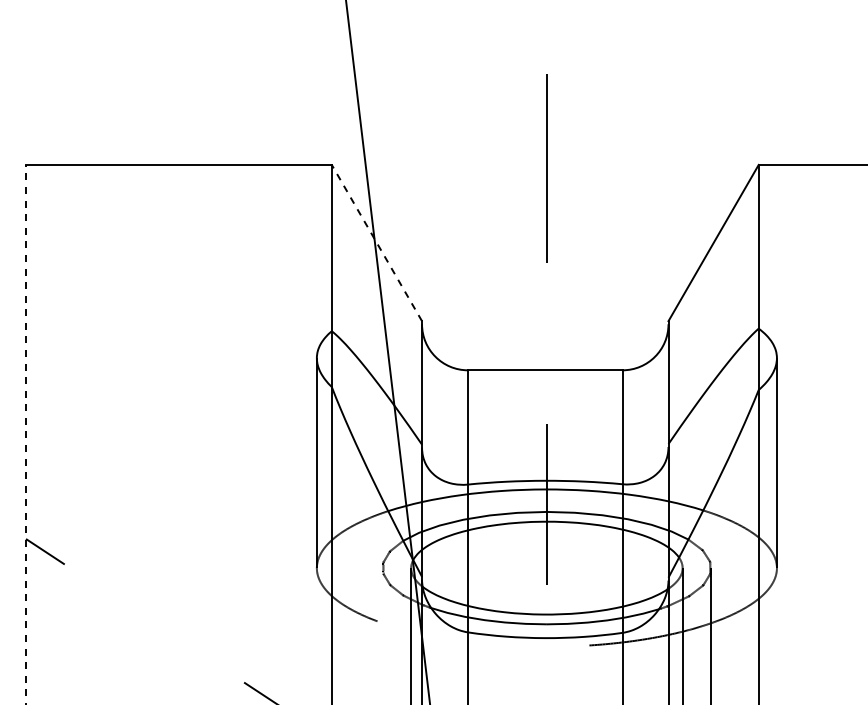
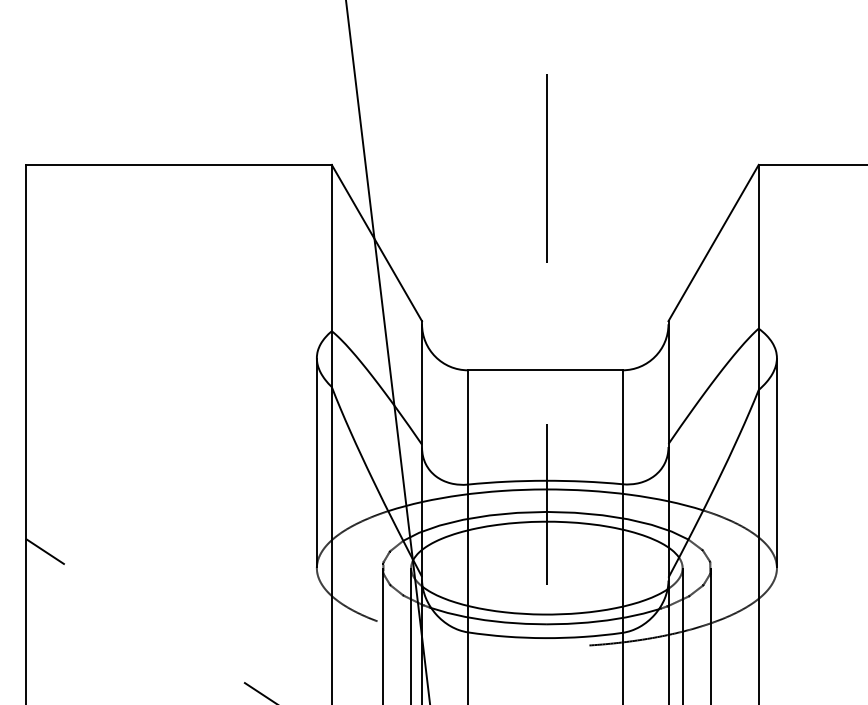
line at (376, 242): dashed -> solid
line at (26, 434): dashed -> solid
line at (382, 634): none -> present
